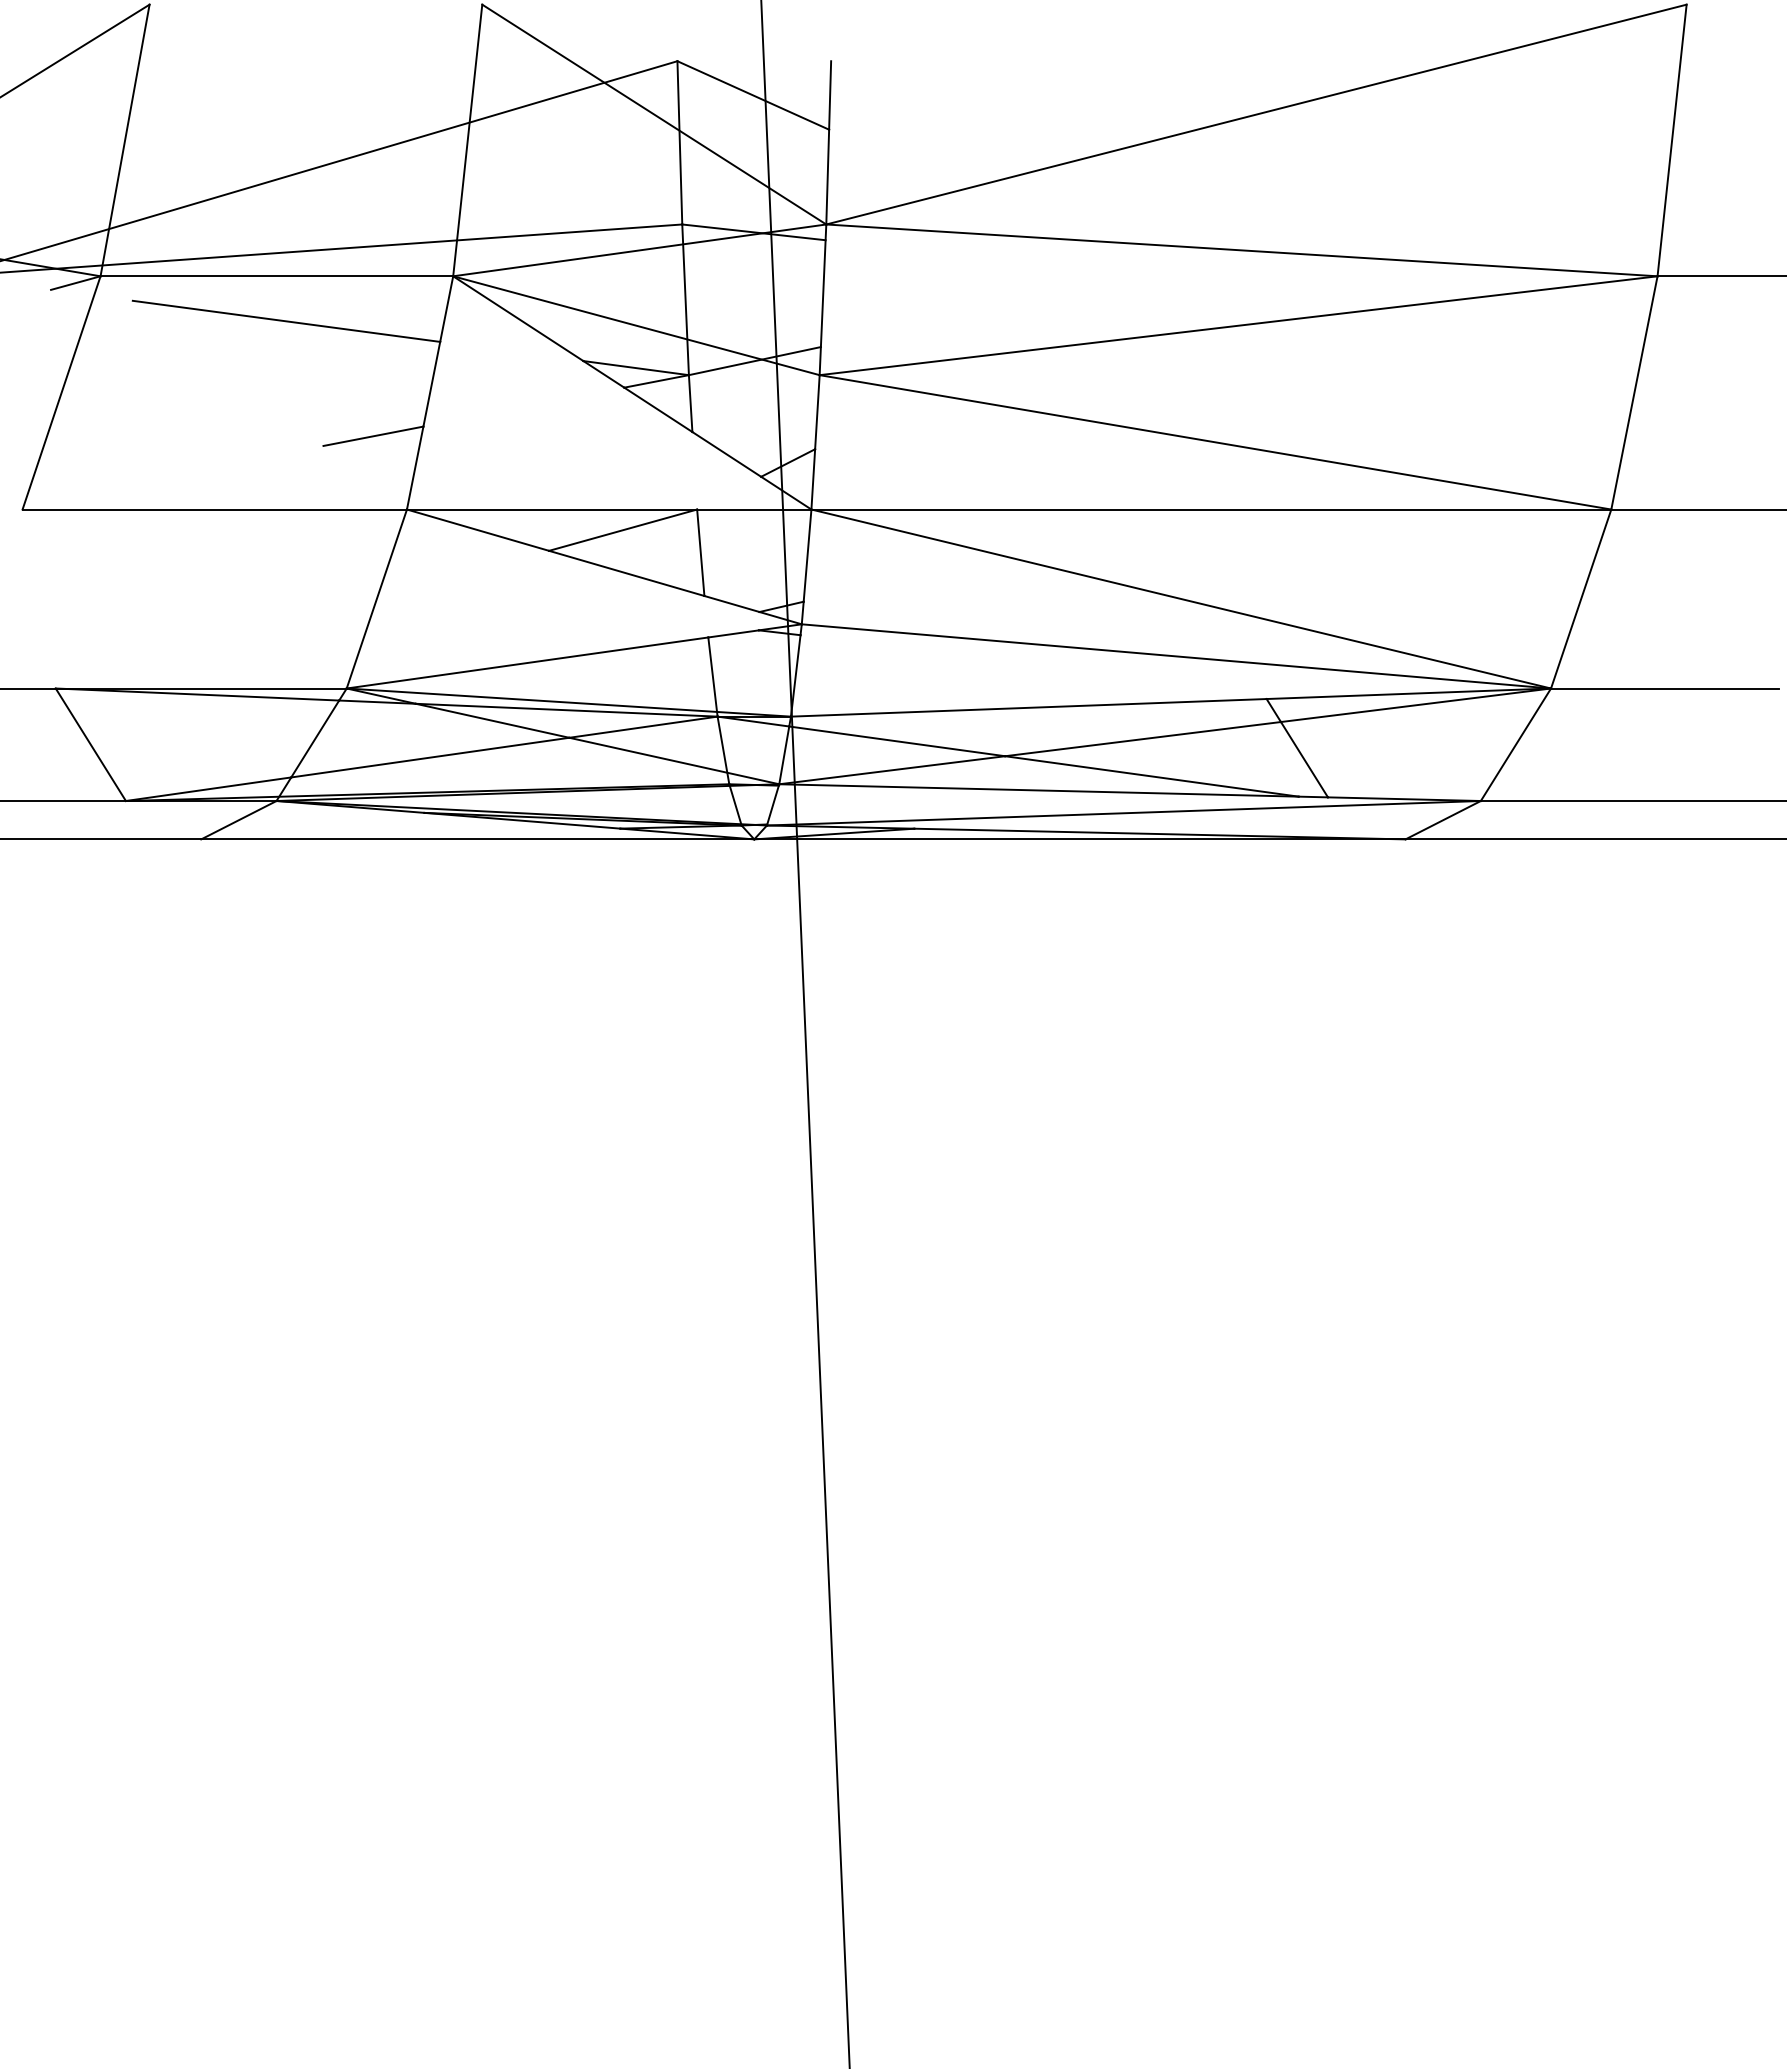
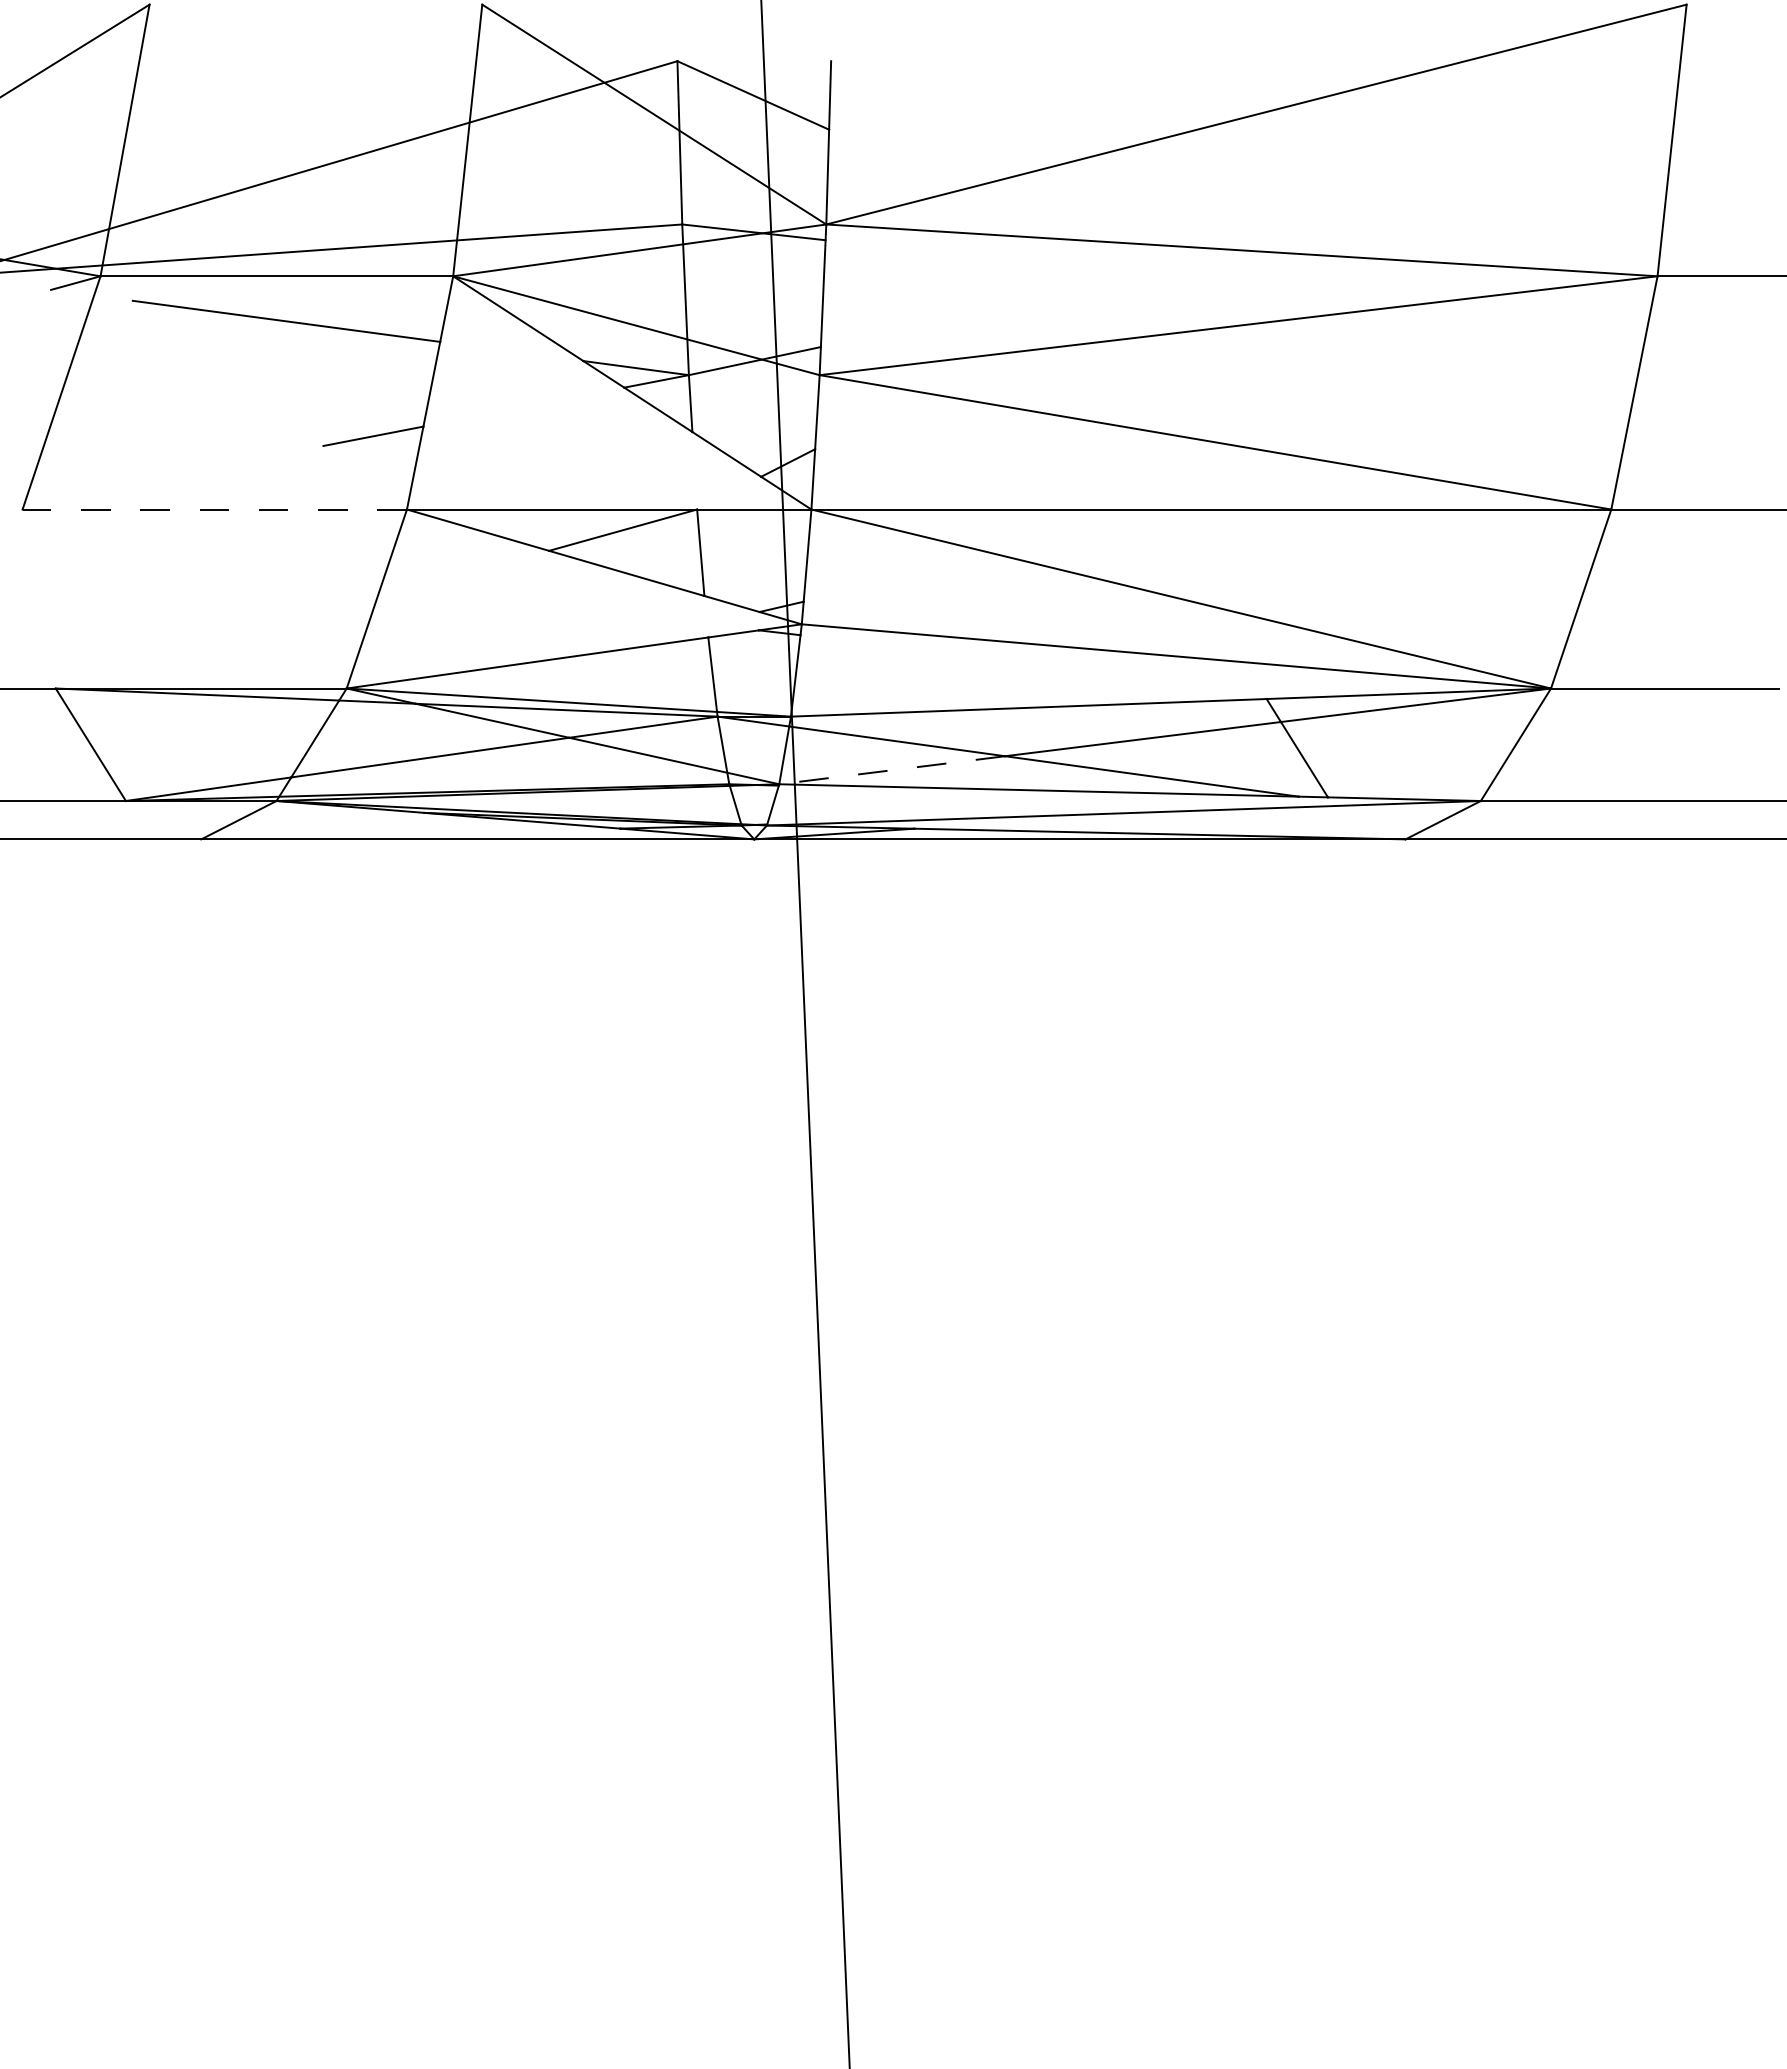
line at (214, 509): solid -> dashed
line at (892, 770): solid -> dashed
